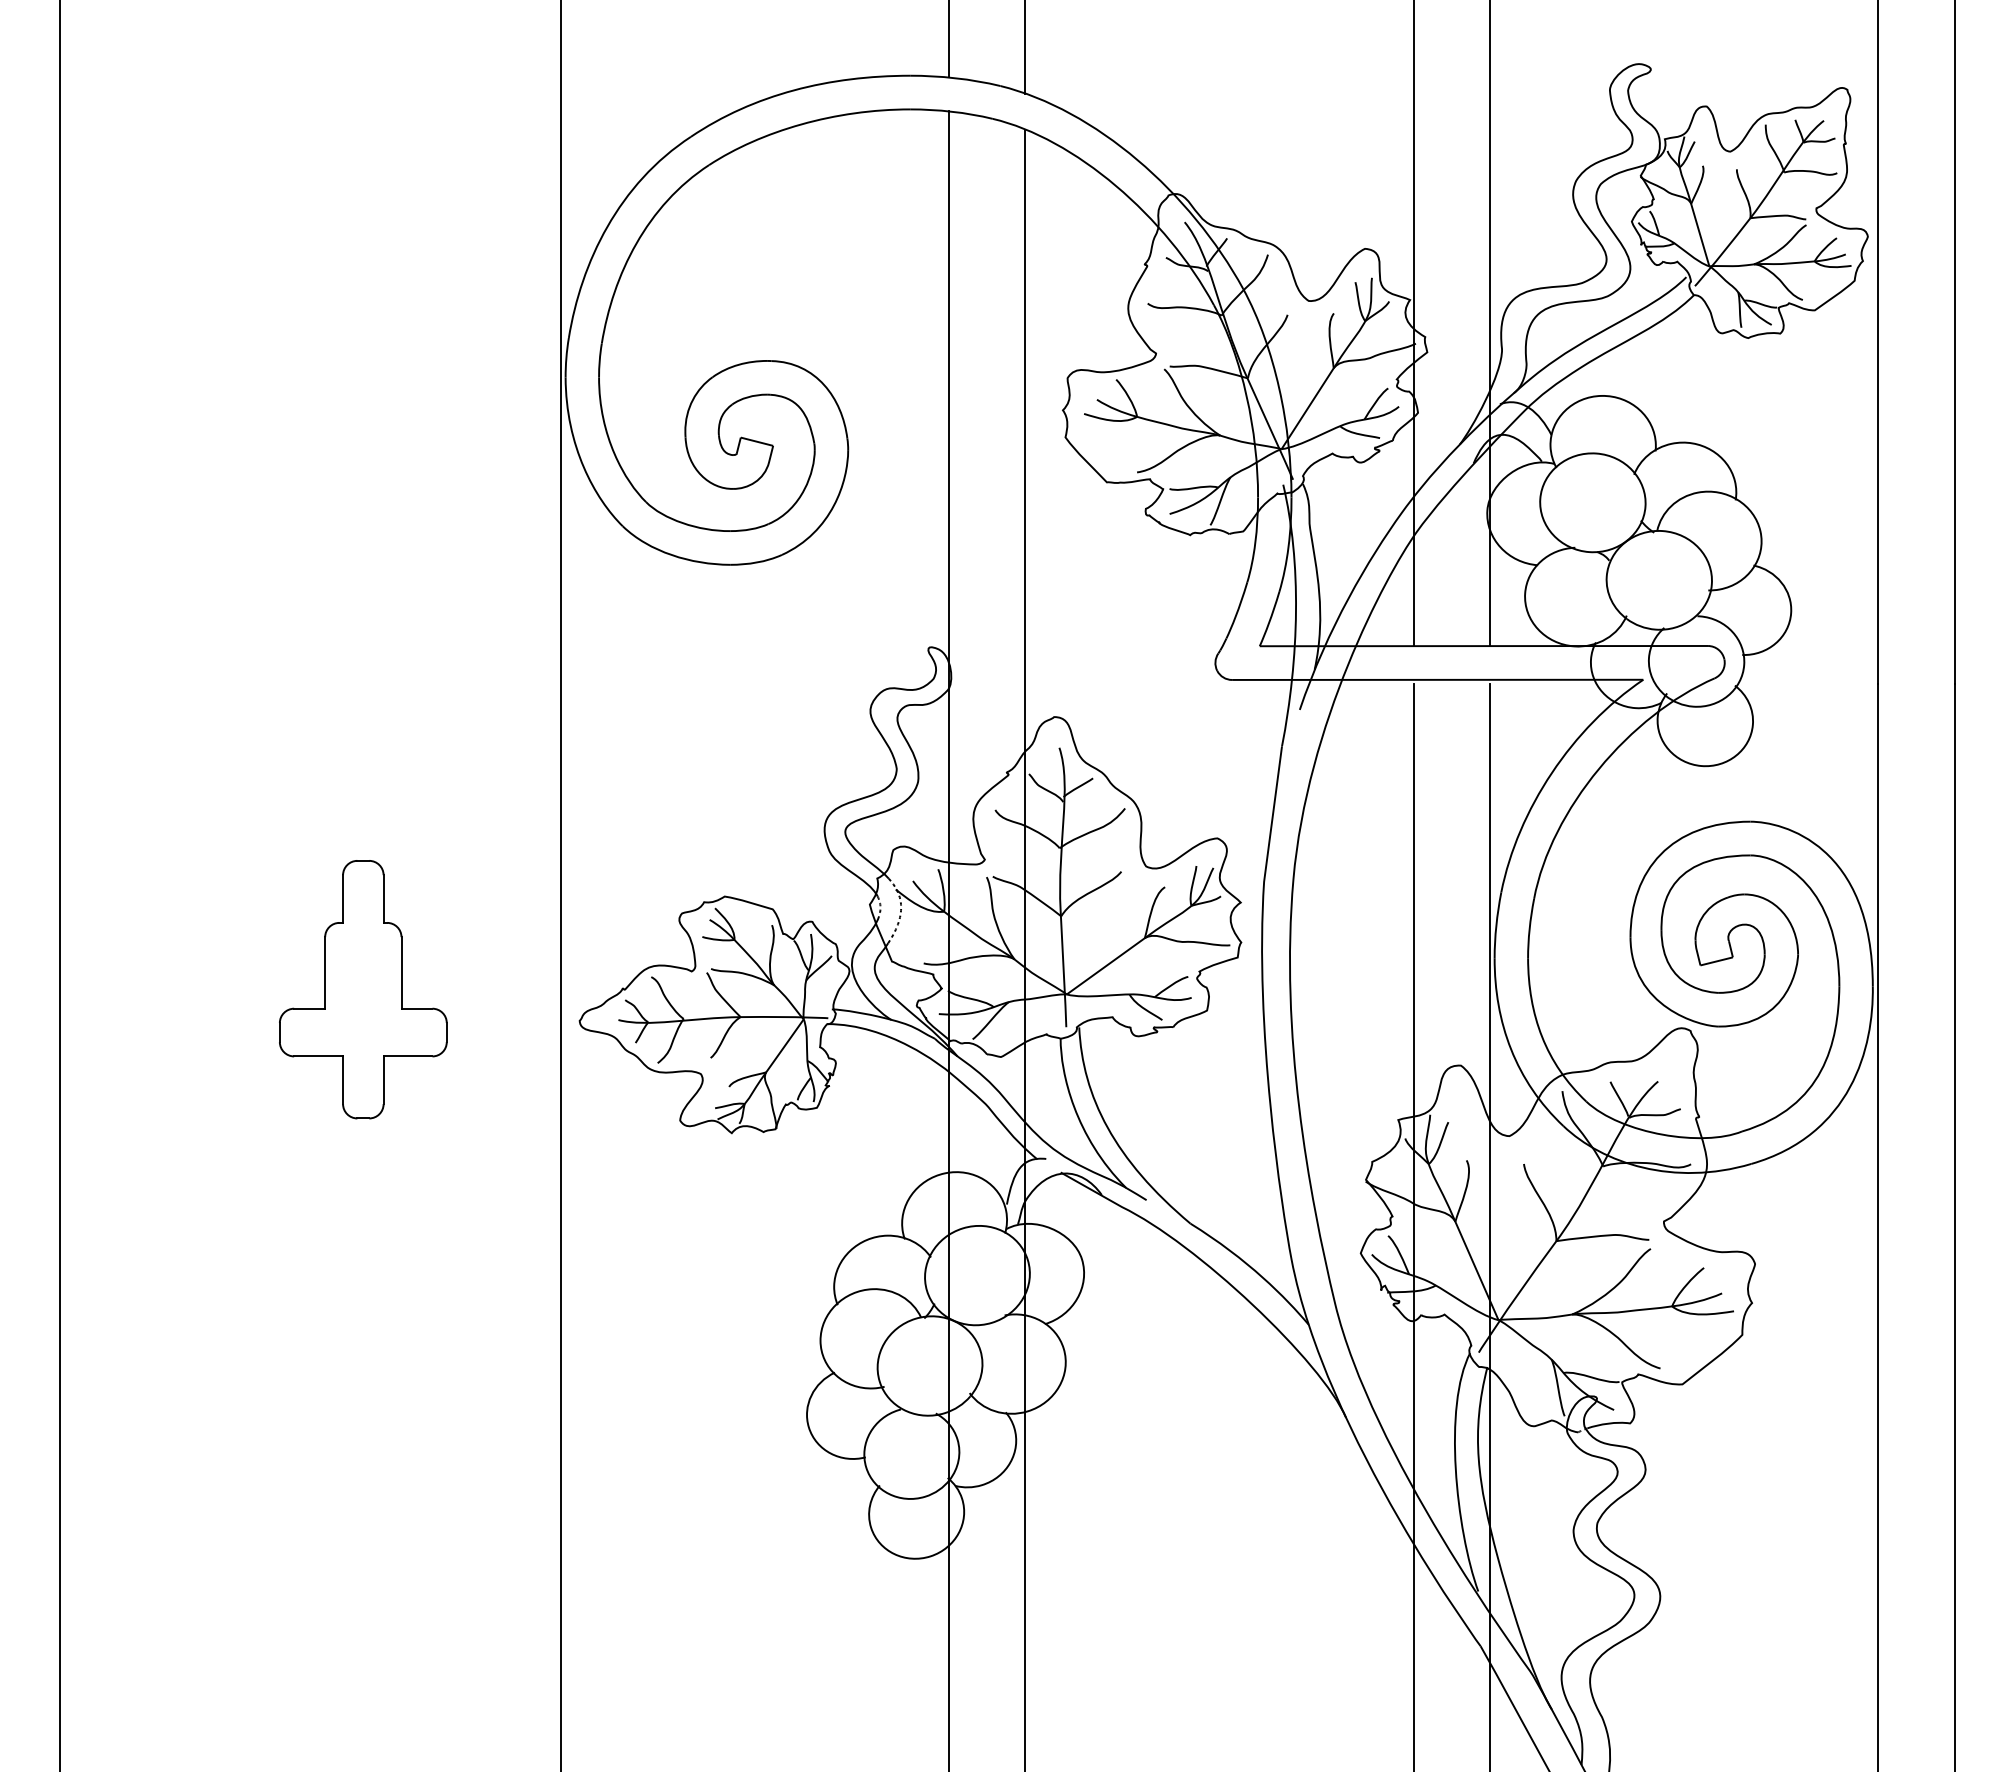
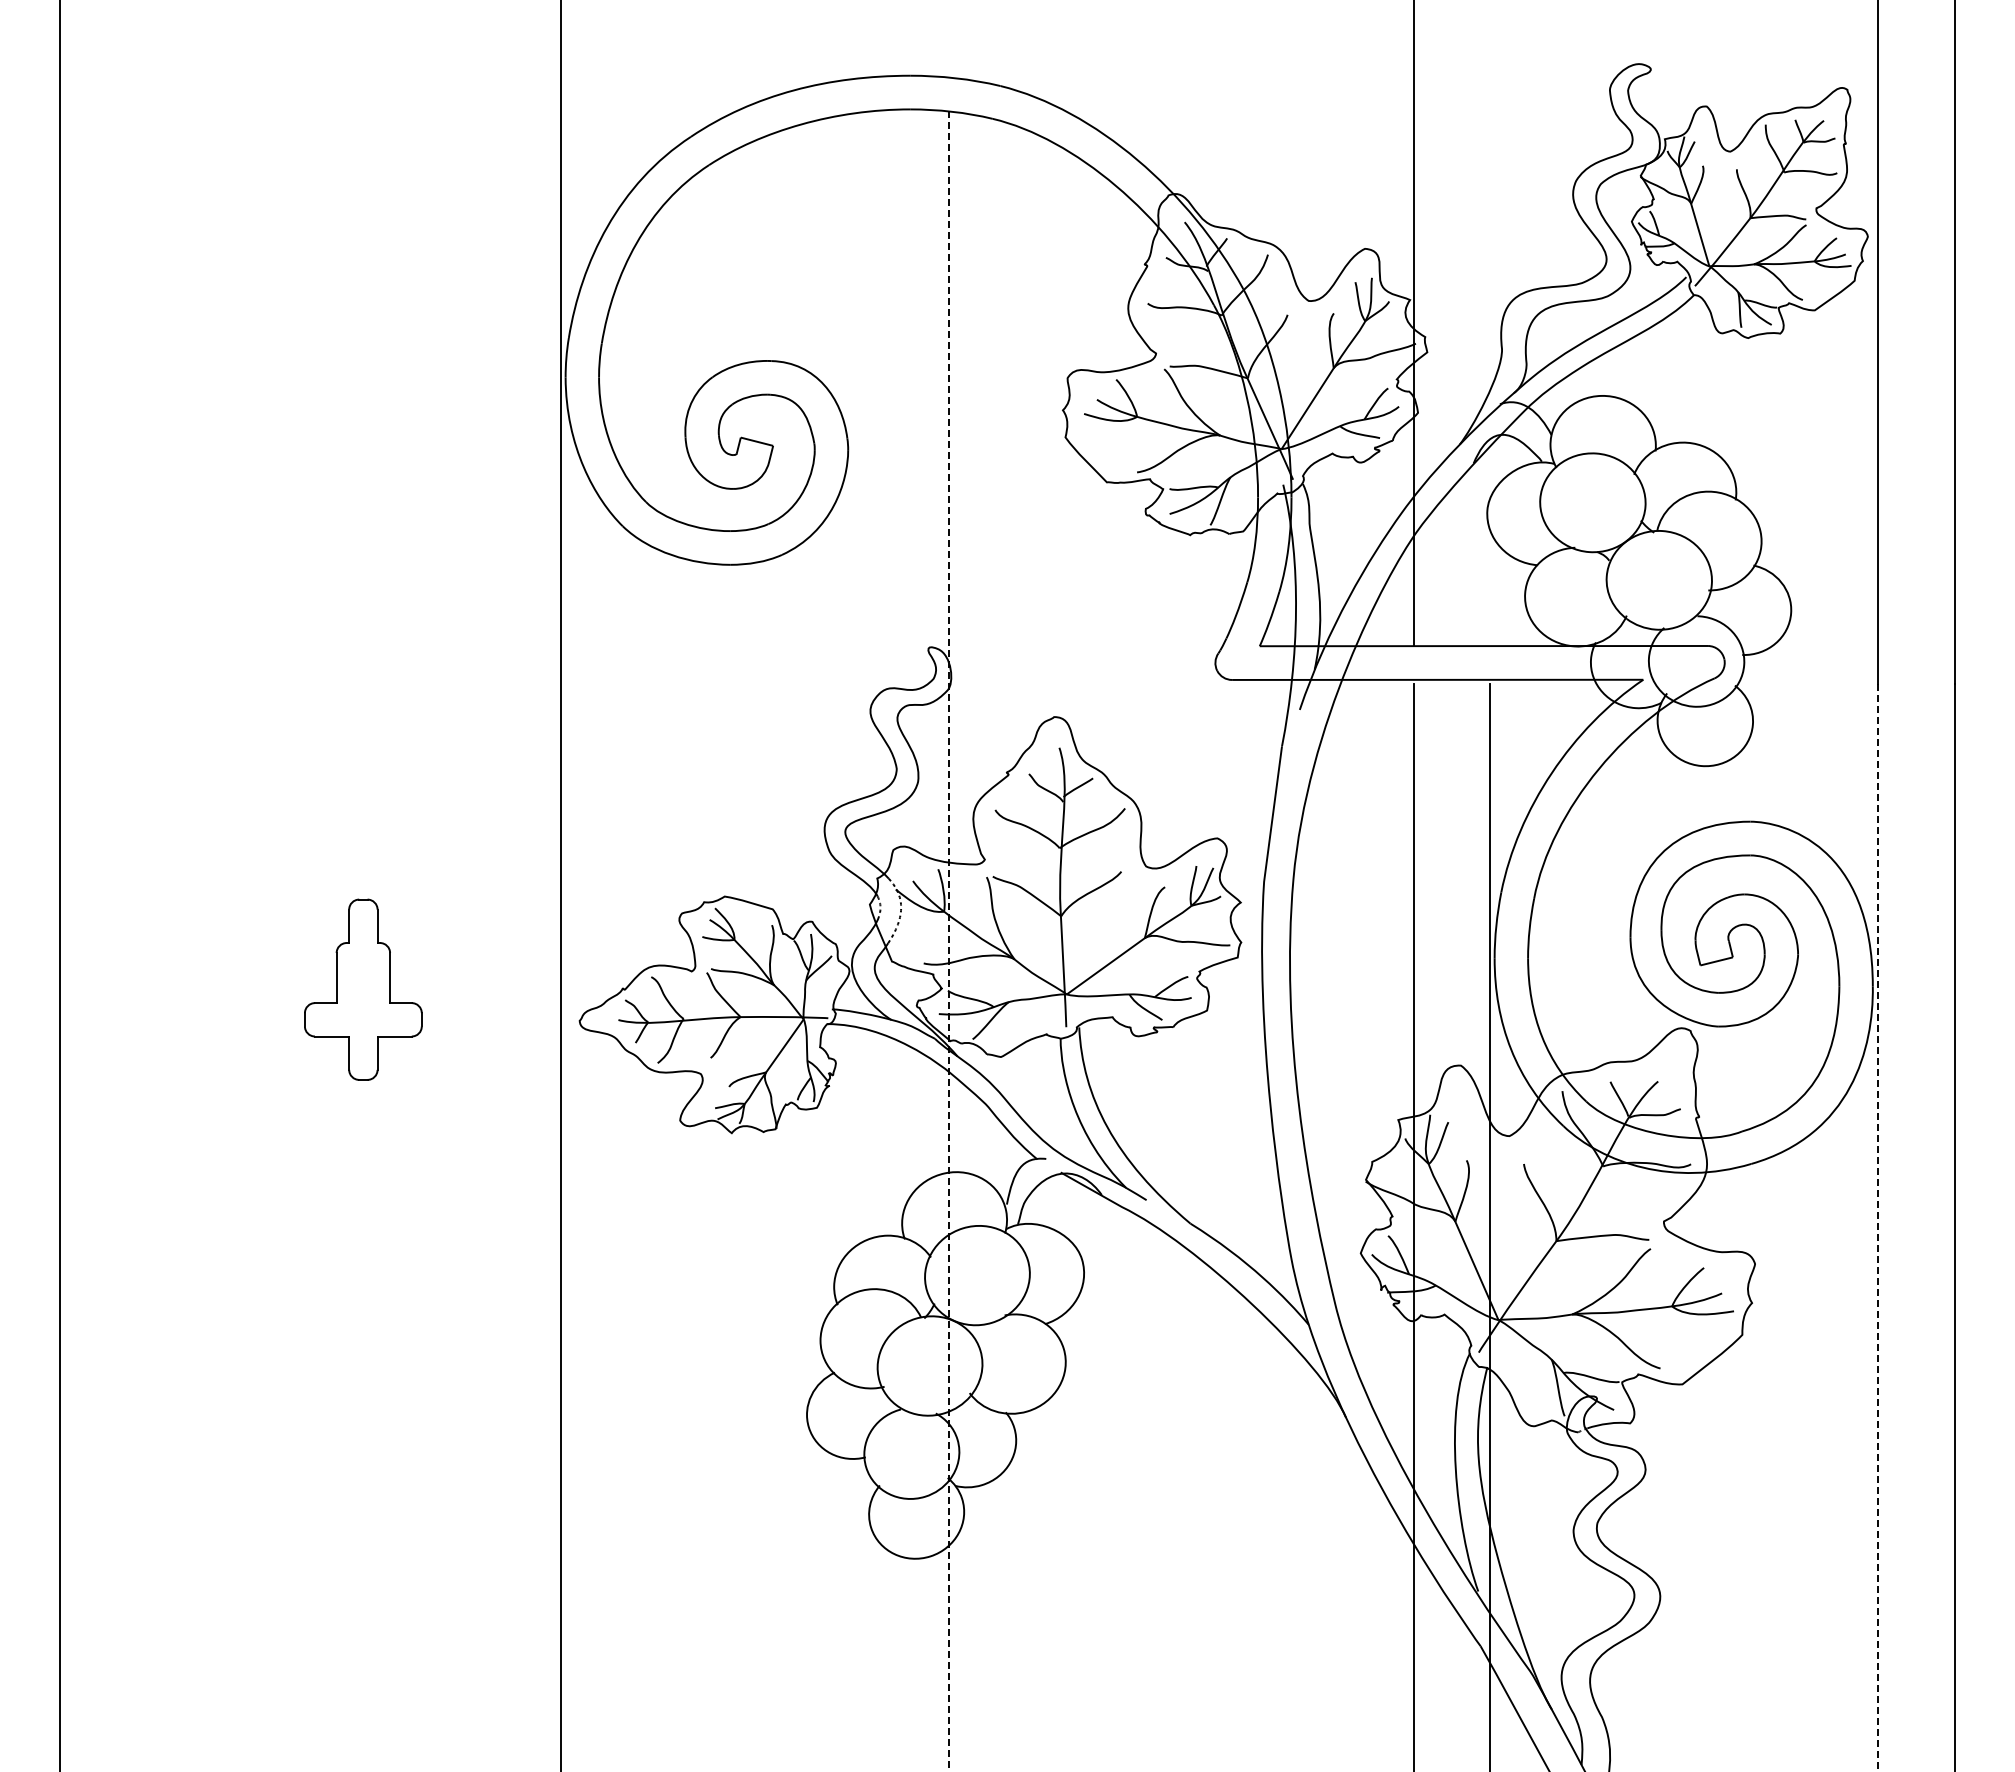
line at (949, 39): present -> none
line at (1025, 47): present -> none
line at (1490, 324): present -> none
line at (949, 941): solid -> dashed
line at (1025, 948): present -> none
part at (363, 989) size: 169x260 px -> 119x183 px
line at (1878, 1228): solid -> dashed
